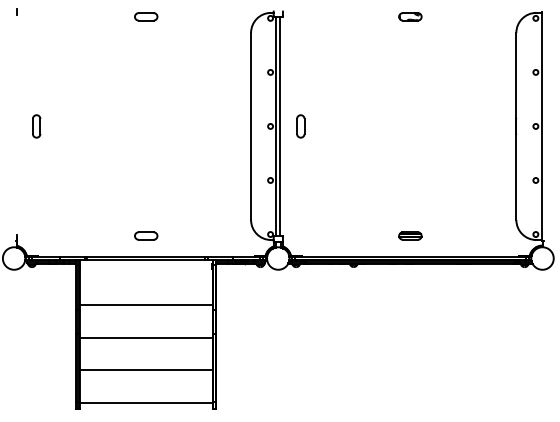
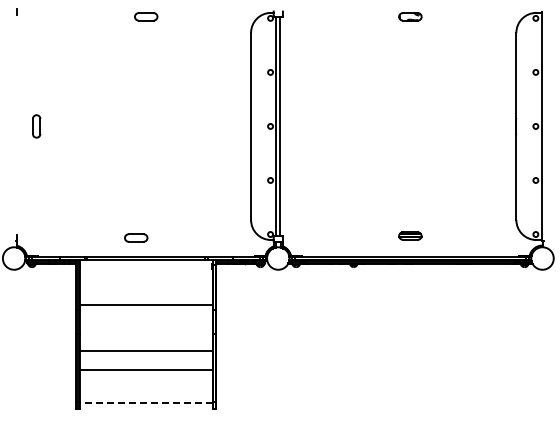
part at (300, 126): present -> none
part at (146, 235) position: (146, 235) -> (136, 237)
line at (145, 337) position: (145, 337) -> (145, 350)
line at (145, 402): solid -> dashed
